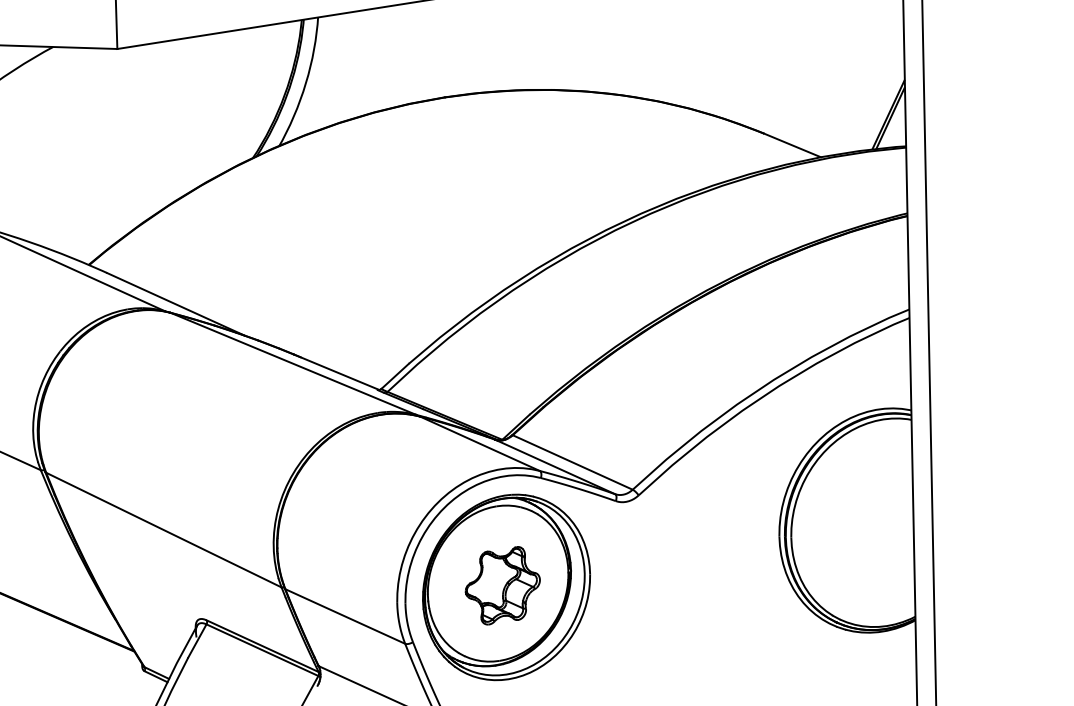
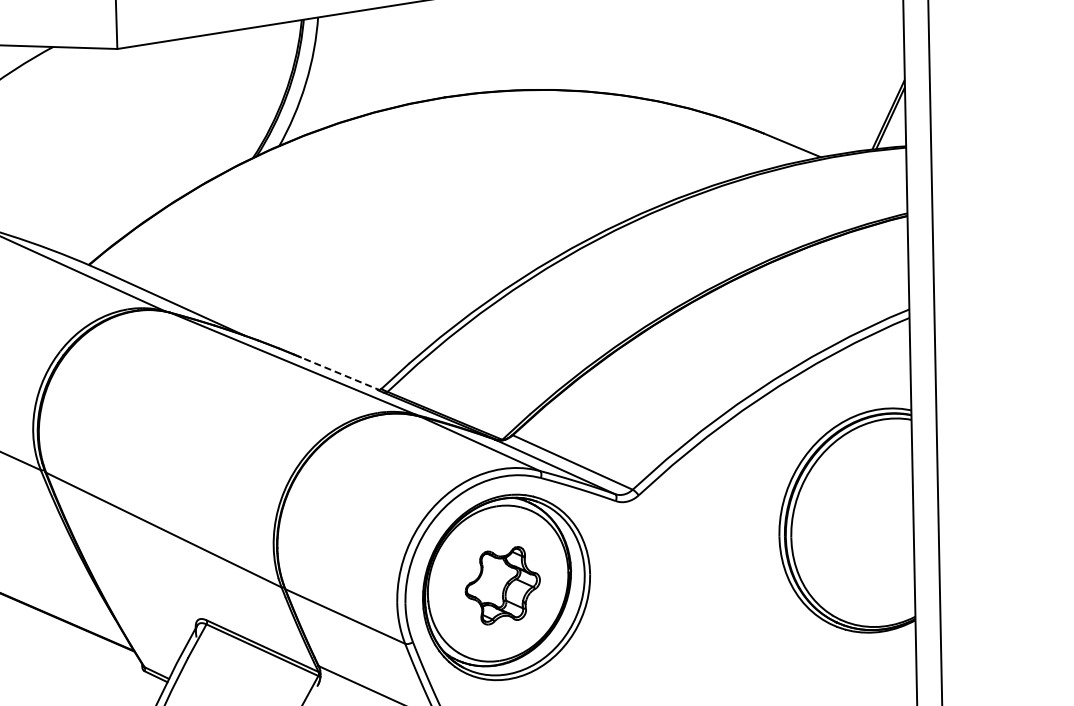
line at (929, 352) position: (929, 352) -> (935, 352)
line at (337, 372): solid -> dashed
